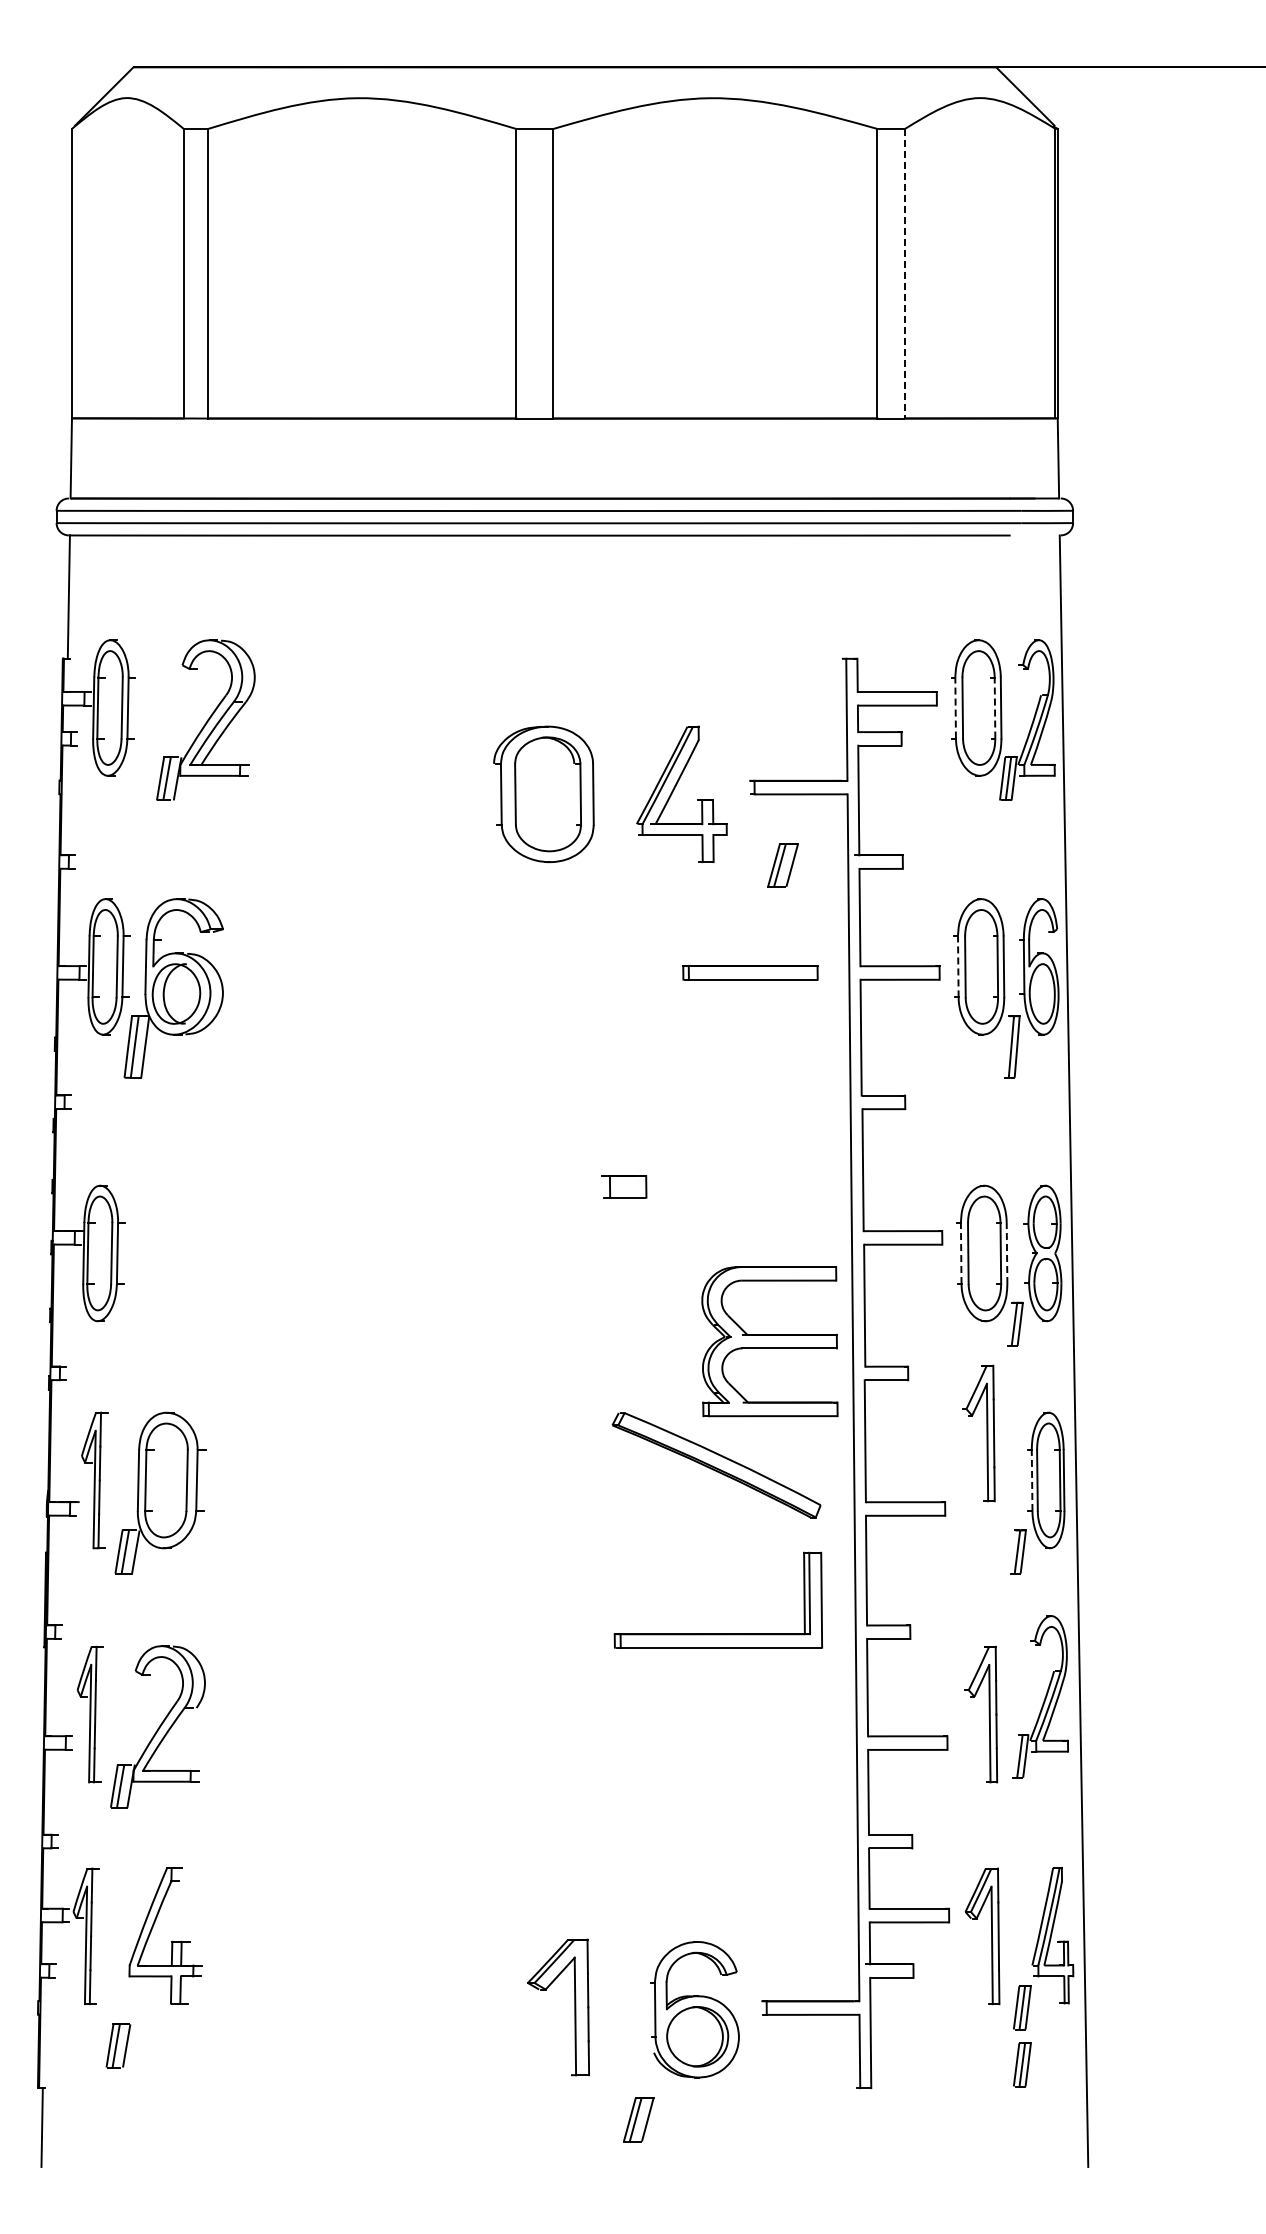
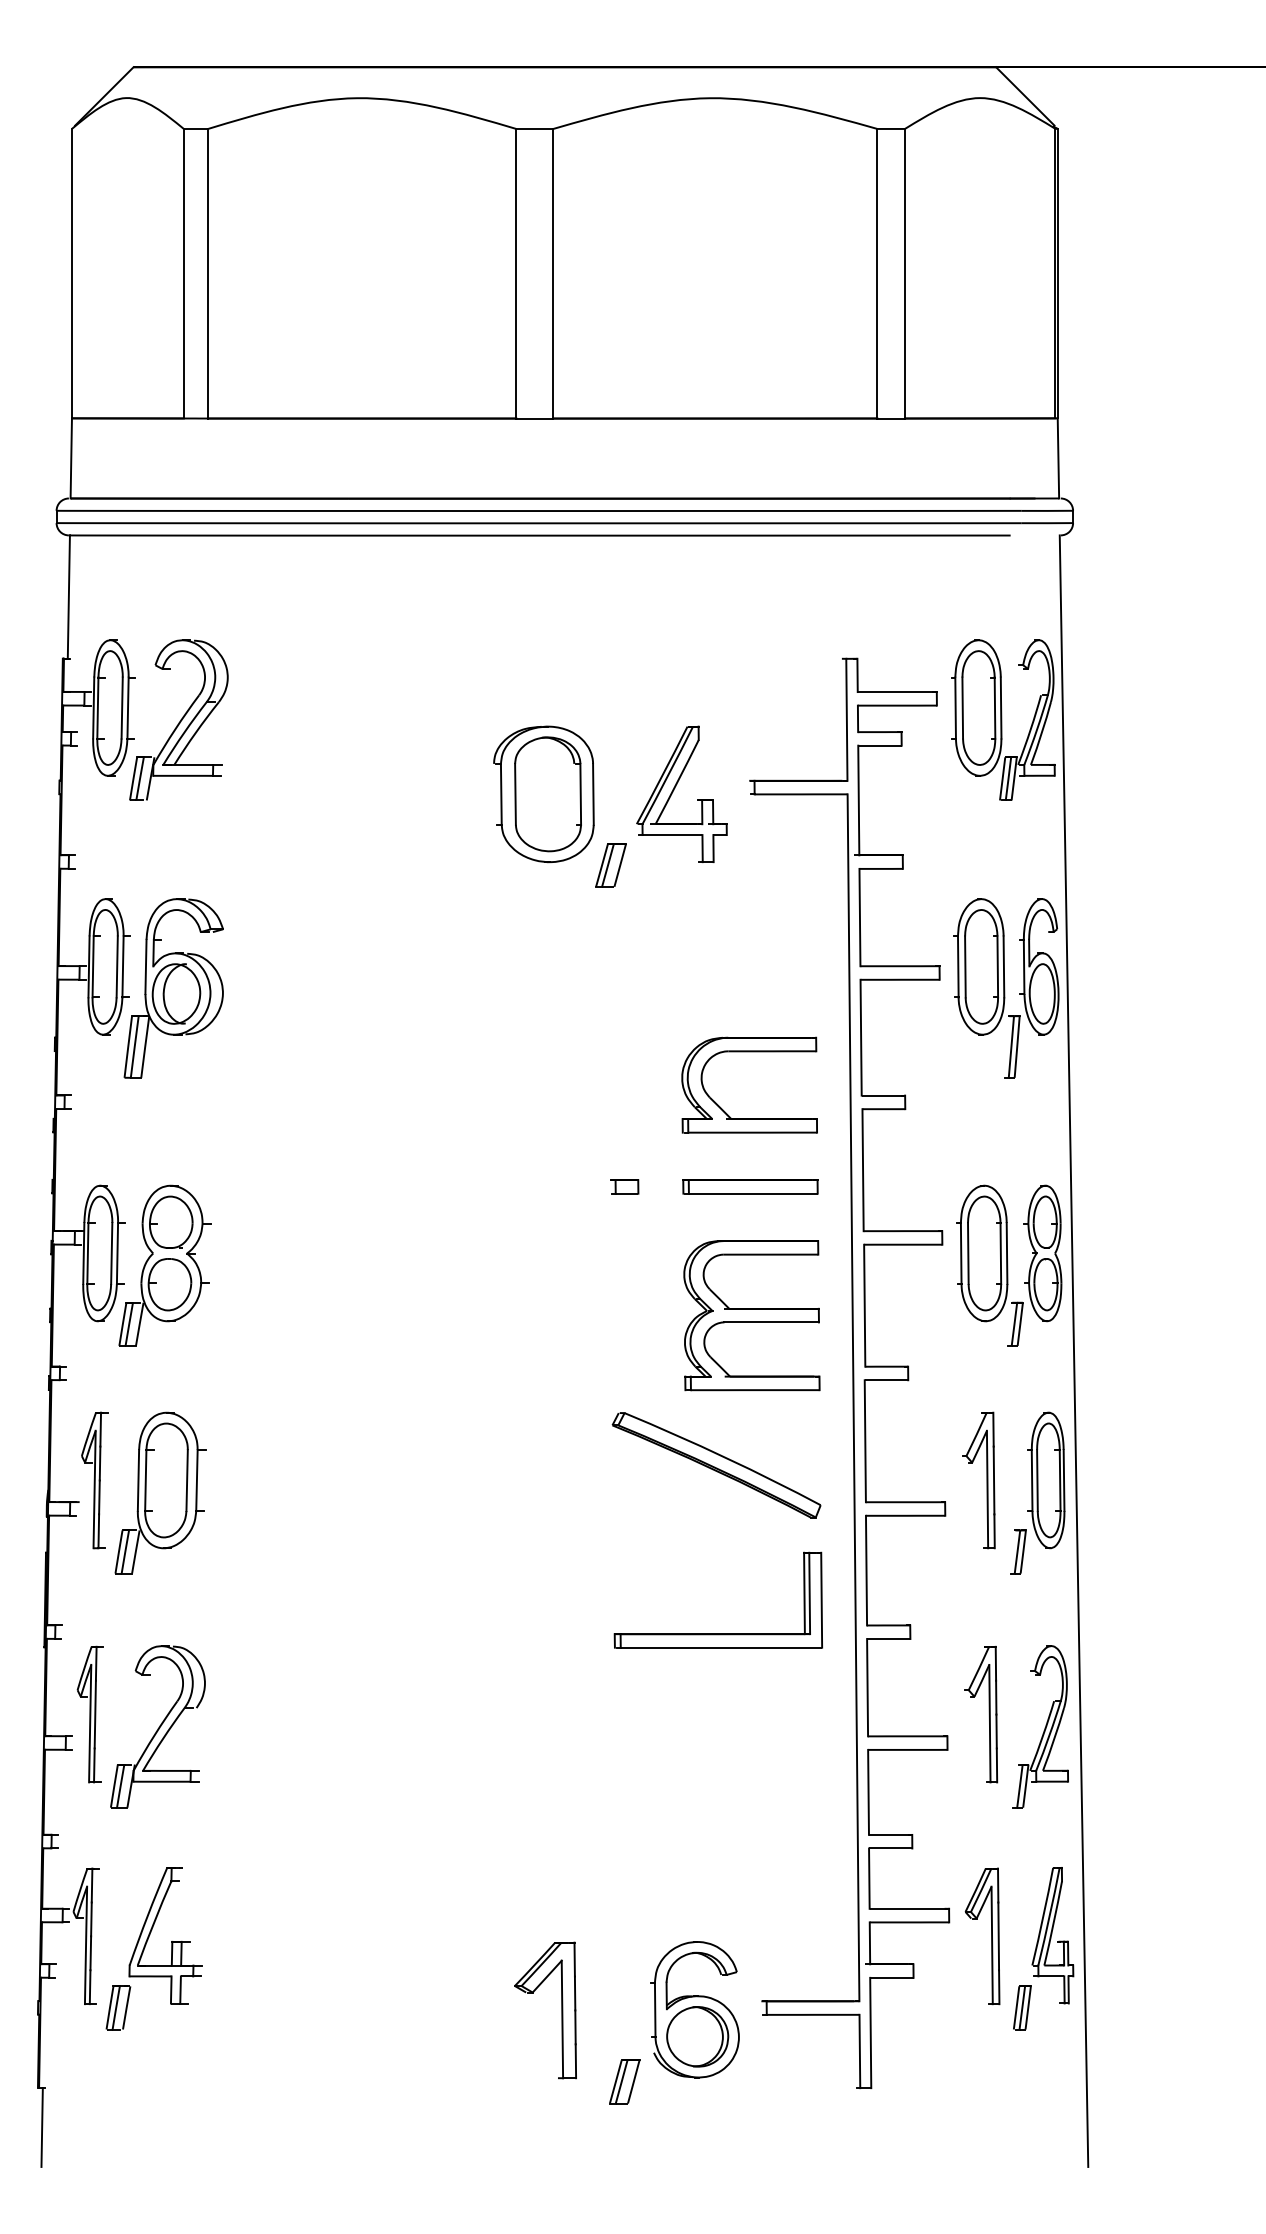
line at (904, 273): dashed -> solid
line at (955, 707): dashed -> solid
line at (995, 707): dashed -> solid
part at (205, 719) position: (205, 719) -> (178, 719)
part at (782, 865) position: (782, 865) -> (610, 865)
line at (958, 966): dashed -> solid
part at (750, 972) position: (750, 972) -> (750, 1186)
part at (749, 1052): none -> present
part at (624, 1186) size: 47x24 px -> 30x16 px
line at (961, 1253): dashed -> solid
line at (1007, 1253): dashed -> solid
part at (164, 1265): none -> present
part at (769, 1341) position: (769, 1341) -> (751, 1315)
part at (986, 1433) position: (986, 1433) -> (986, 1480)
line at (1032, 1479): dashed -> solid
part at (1040, 1696) position: (1040, 1696) -> (1040, 1726)
part at (574, 2007) position: (574, 2007) -> (561, 2010)
part at (118, 2045) position: (118, 2045) -> (118, 2007)
part at (1022, 2064): present -> none
part at (638, 2119) position: (638, 2119) -> (624, 2081)
